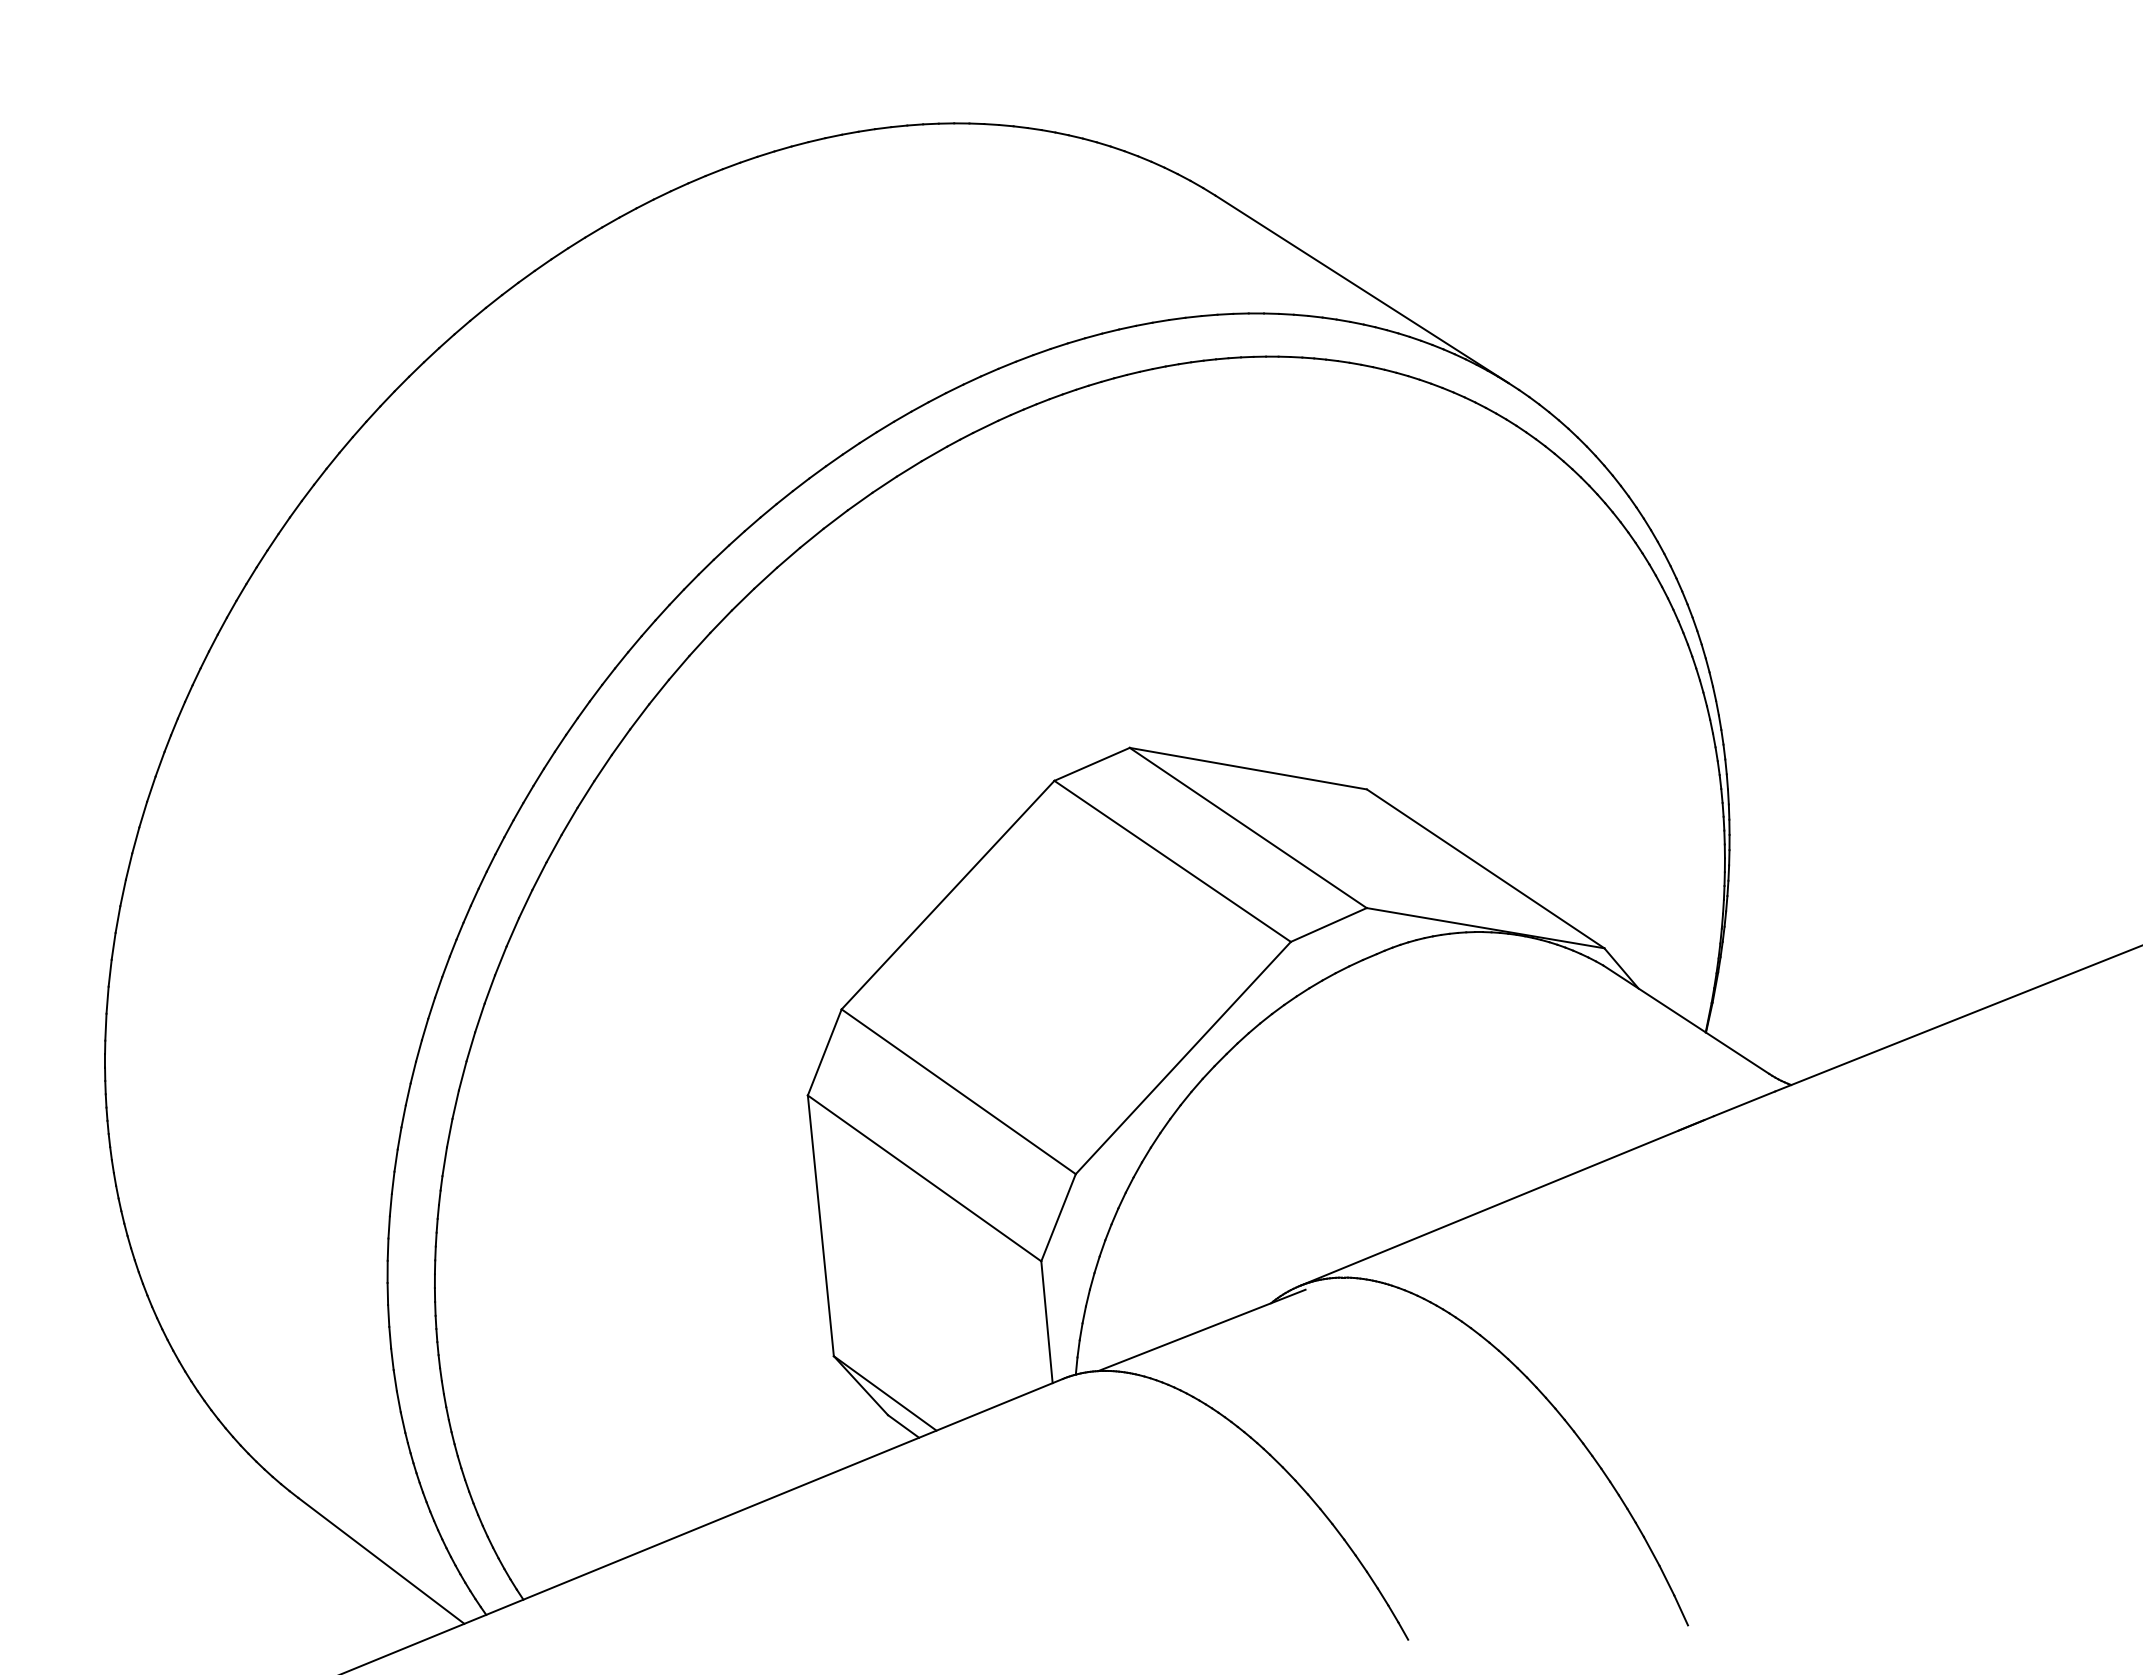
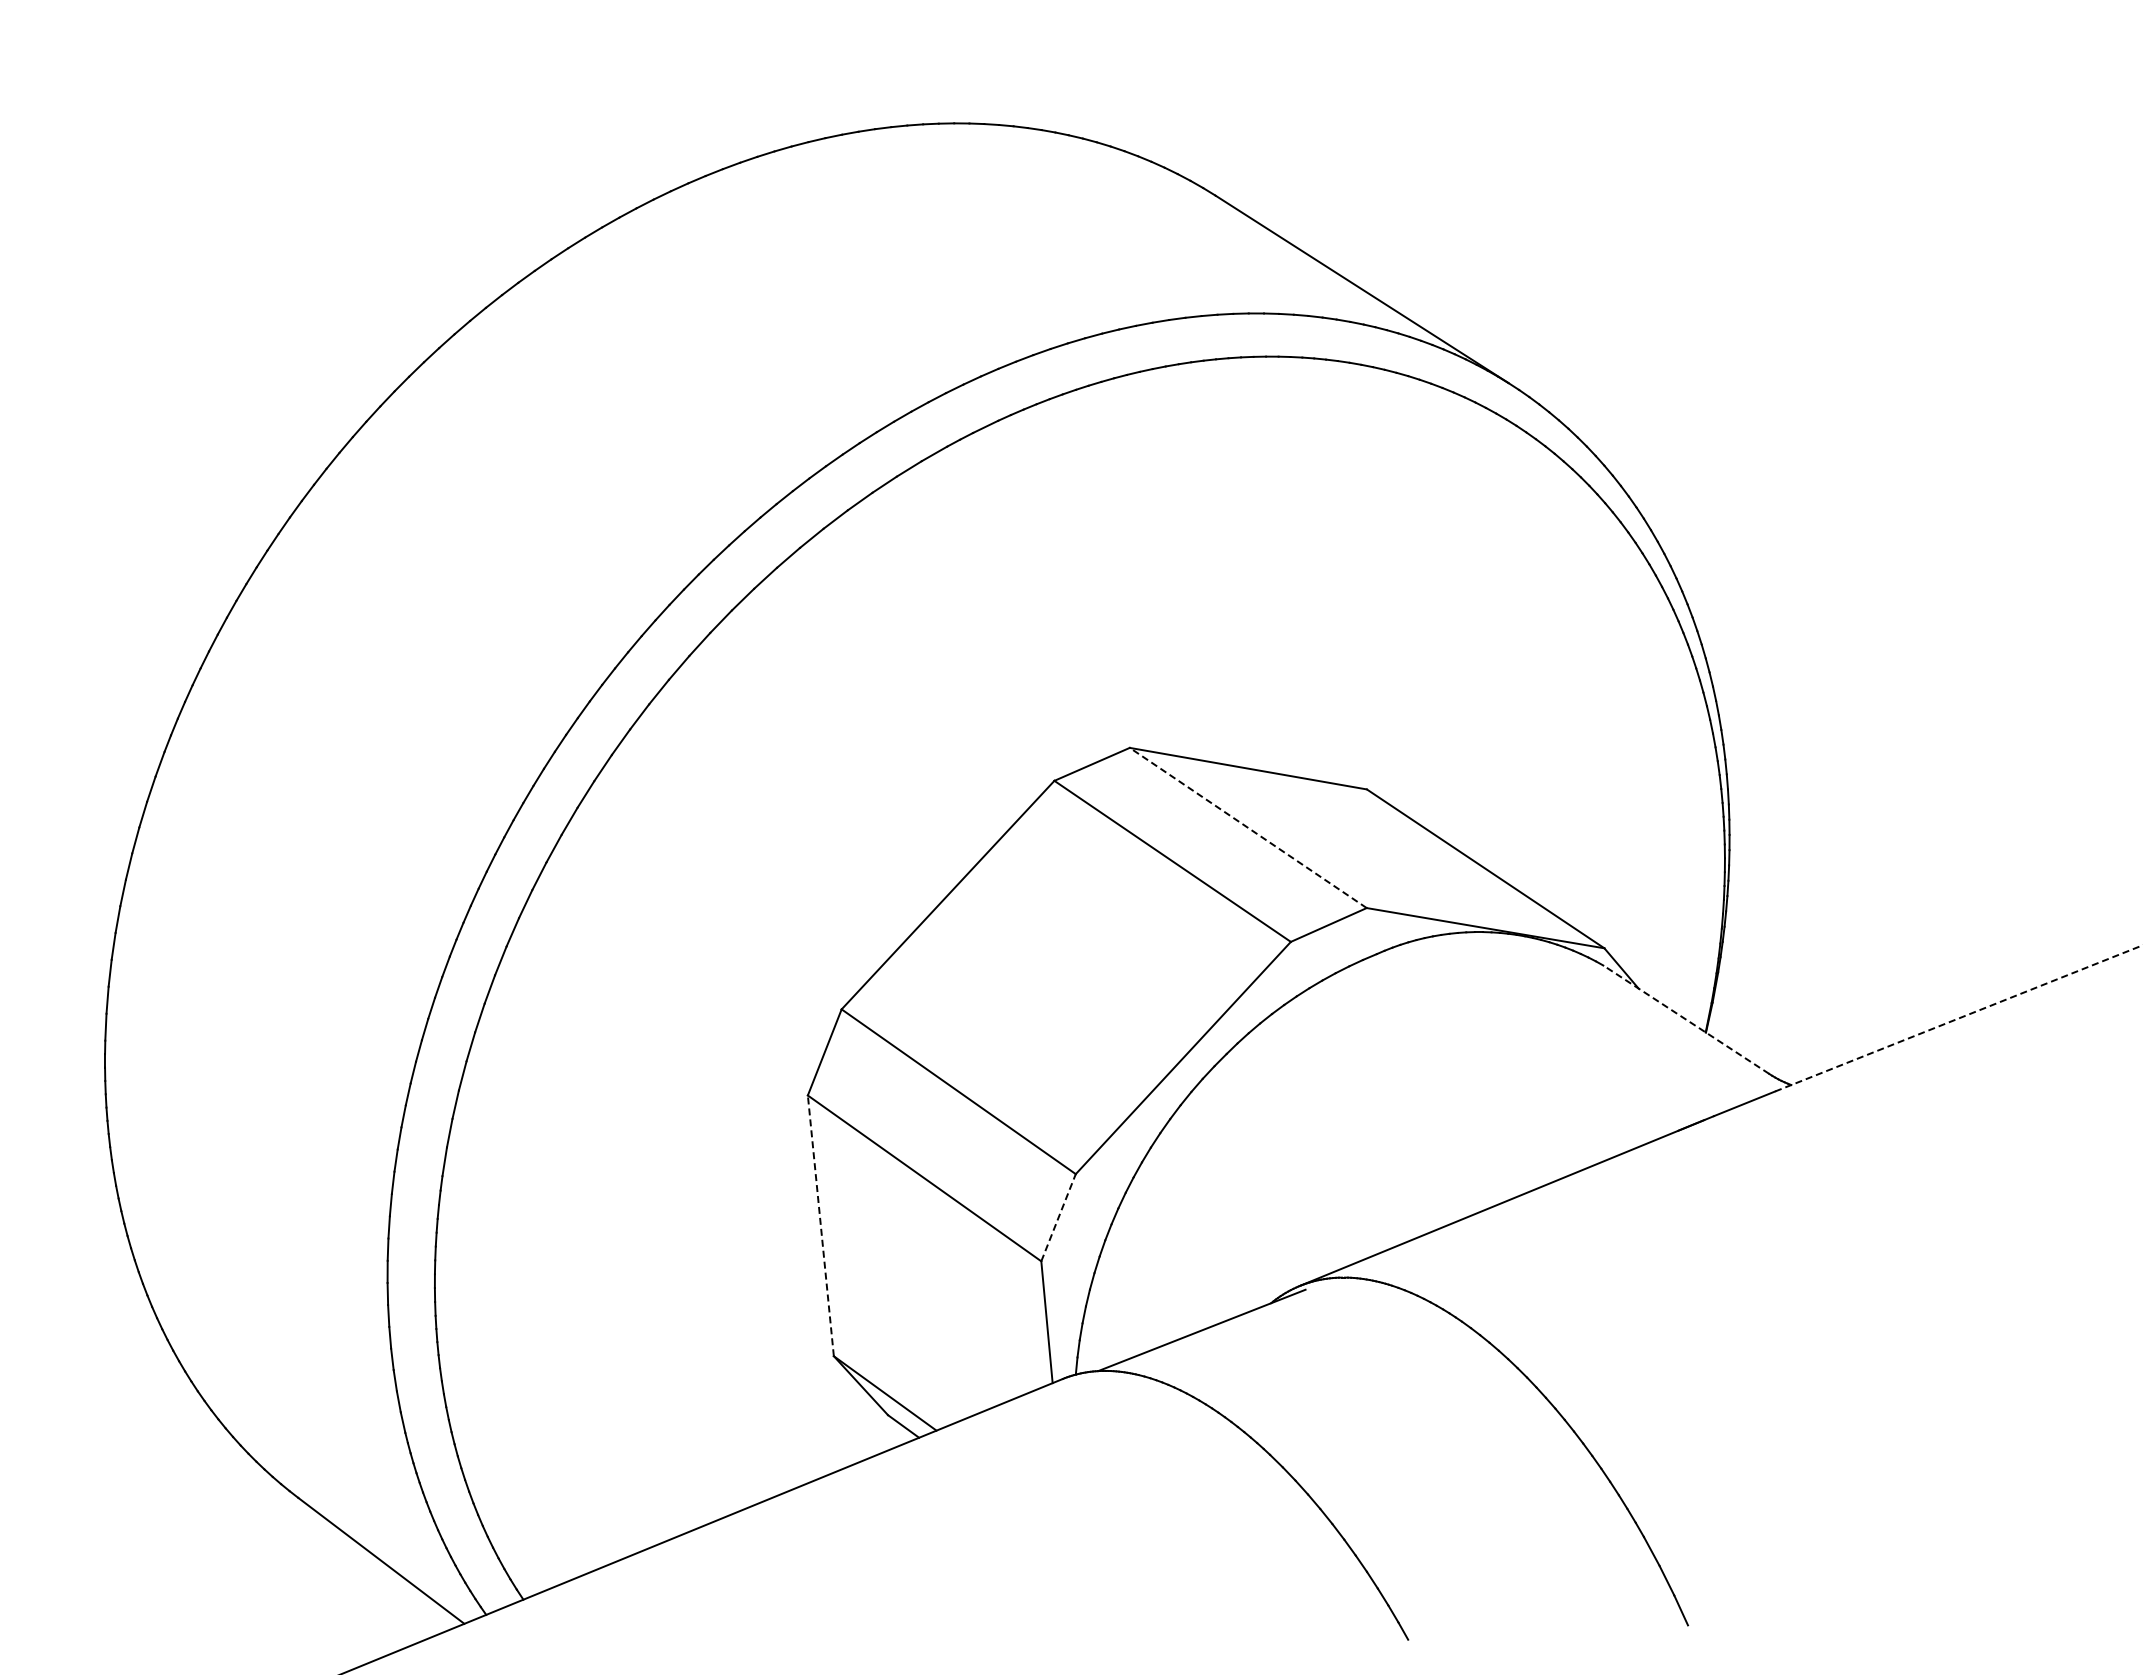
line at (1247, 827): solid -> dashed
line at (1959, 1018): solid -> dashed
line at (1685, 1019): solid -> dashed
line at (1058, 1217): solid -> dashed
line at (820, 1225): solid -> dashed
